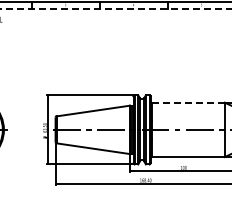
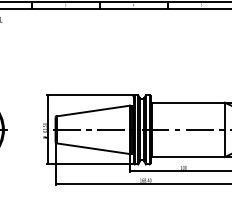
line at (115, 8): dashed -> solid
line at (187, 102): dashed -> solid
